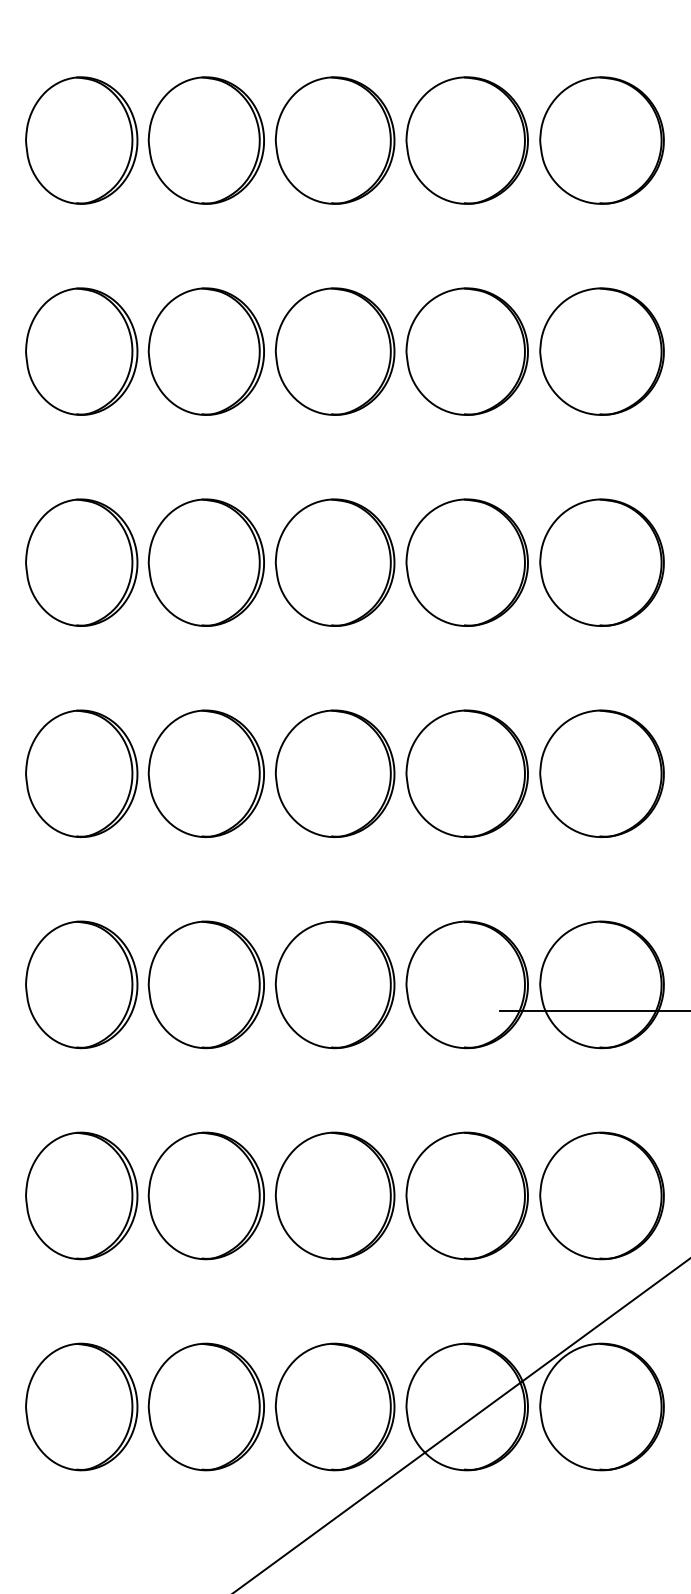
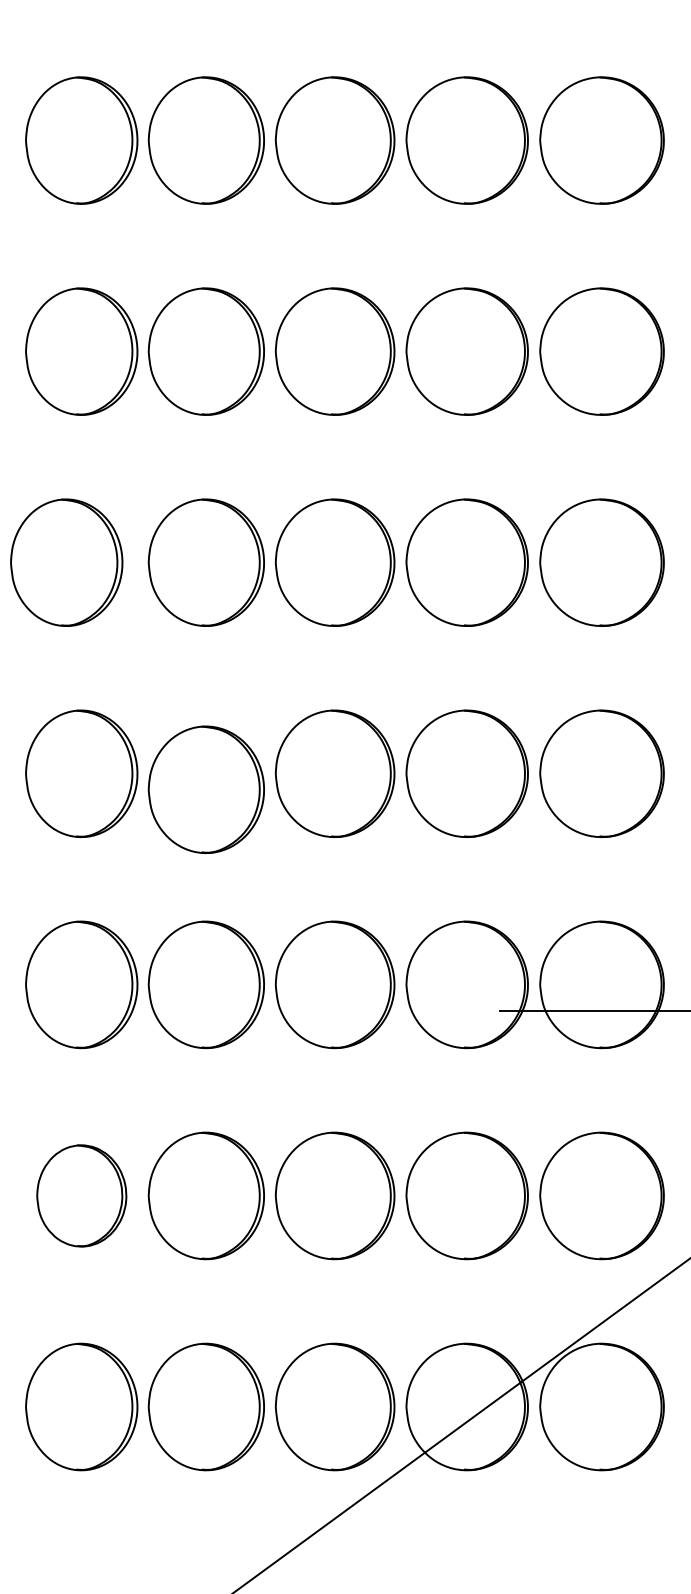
part at (81, 562) position: (81, 562) -> (66, 562)
part at (205, 773) position: (205, 773) -> (205, 789)
part at (81, 1195) size: 114x130 px -> 92x104 px
